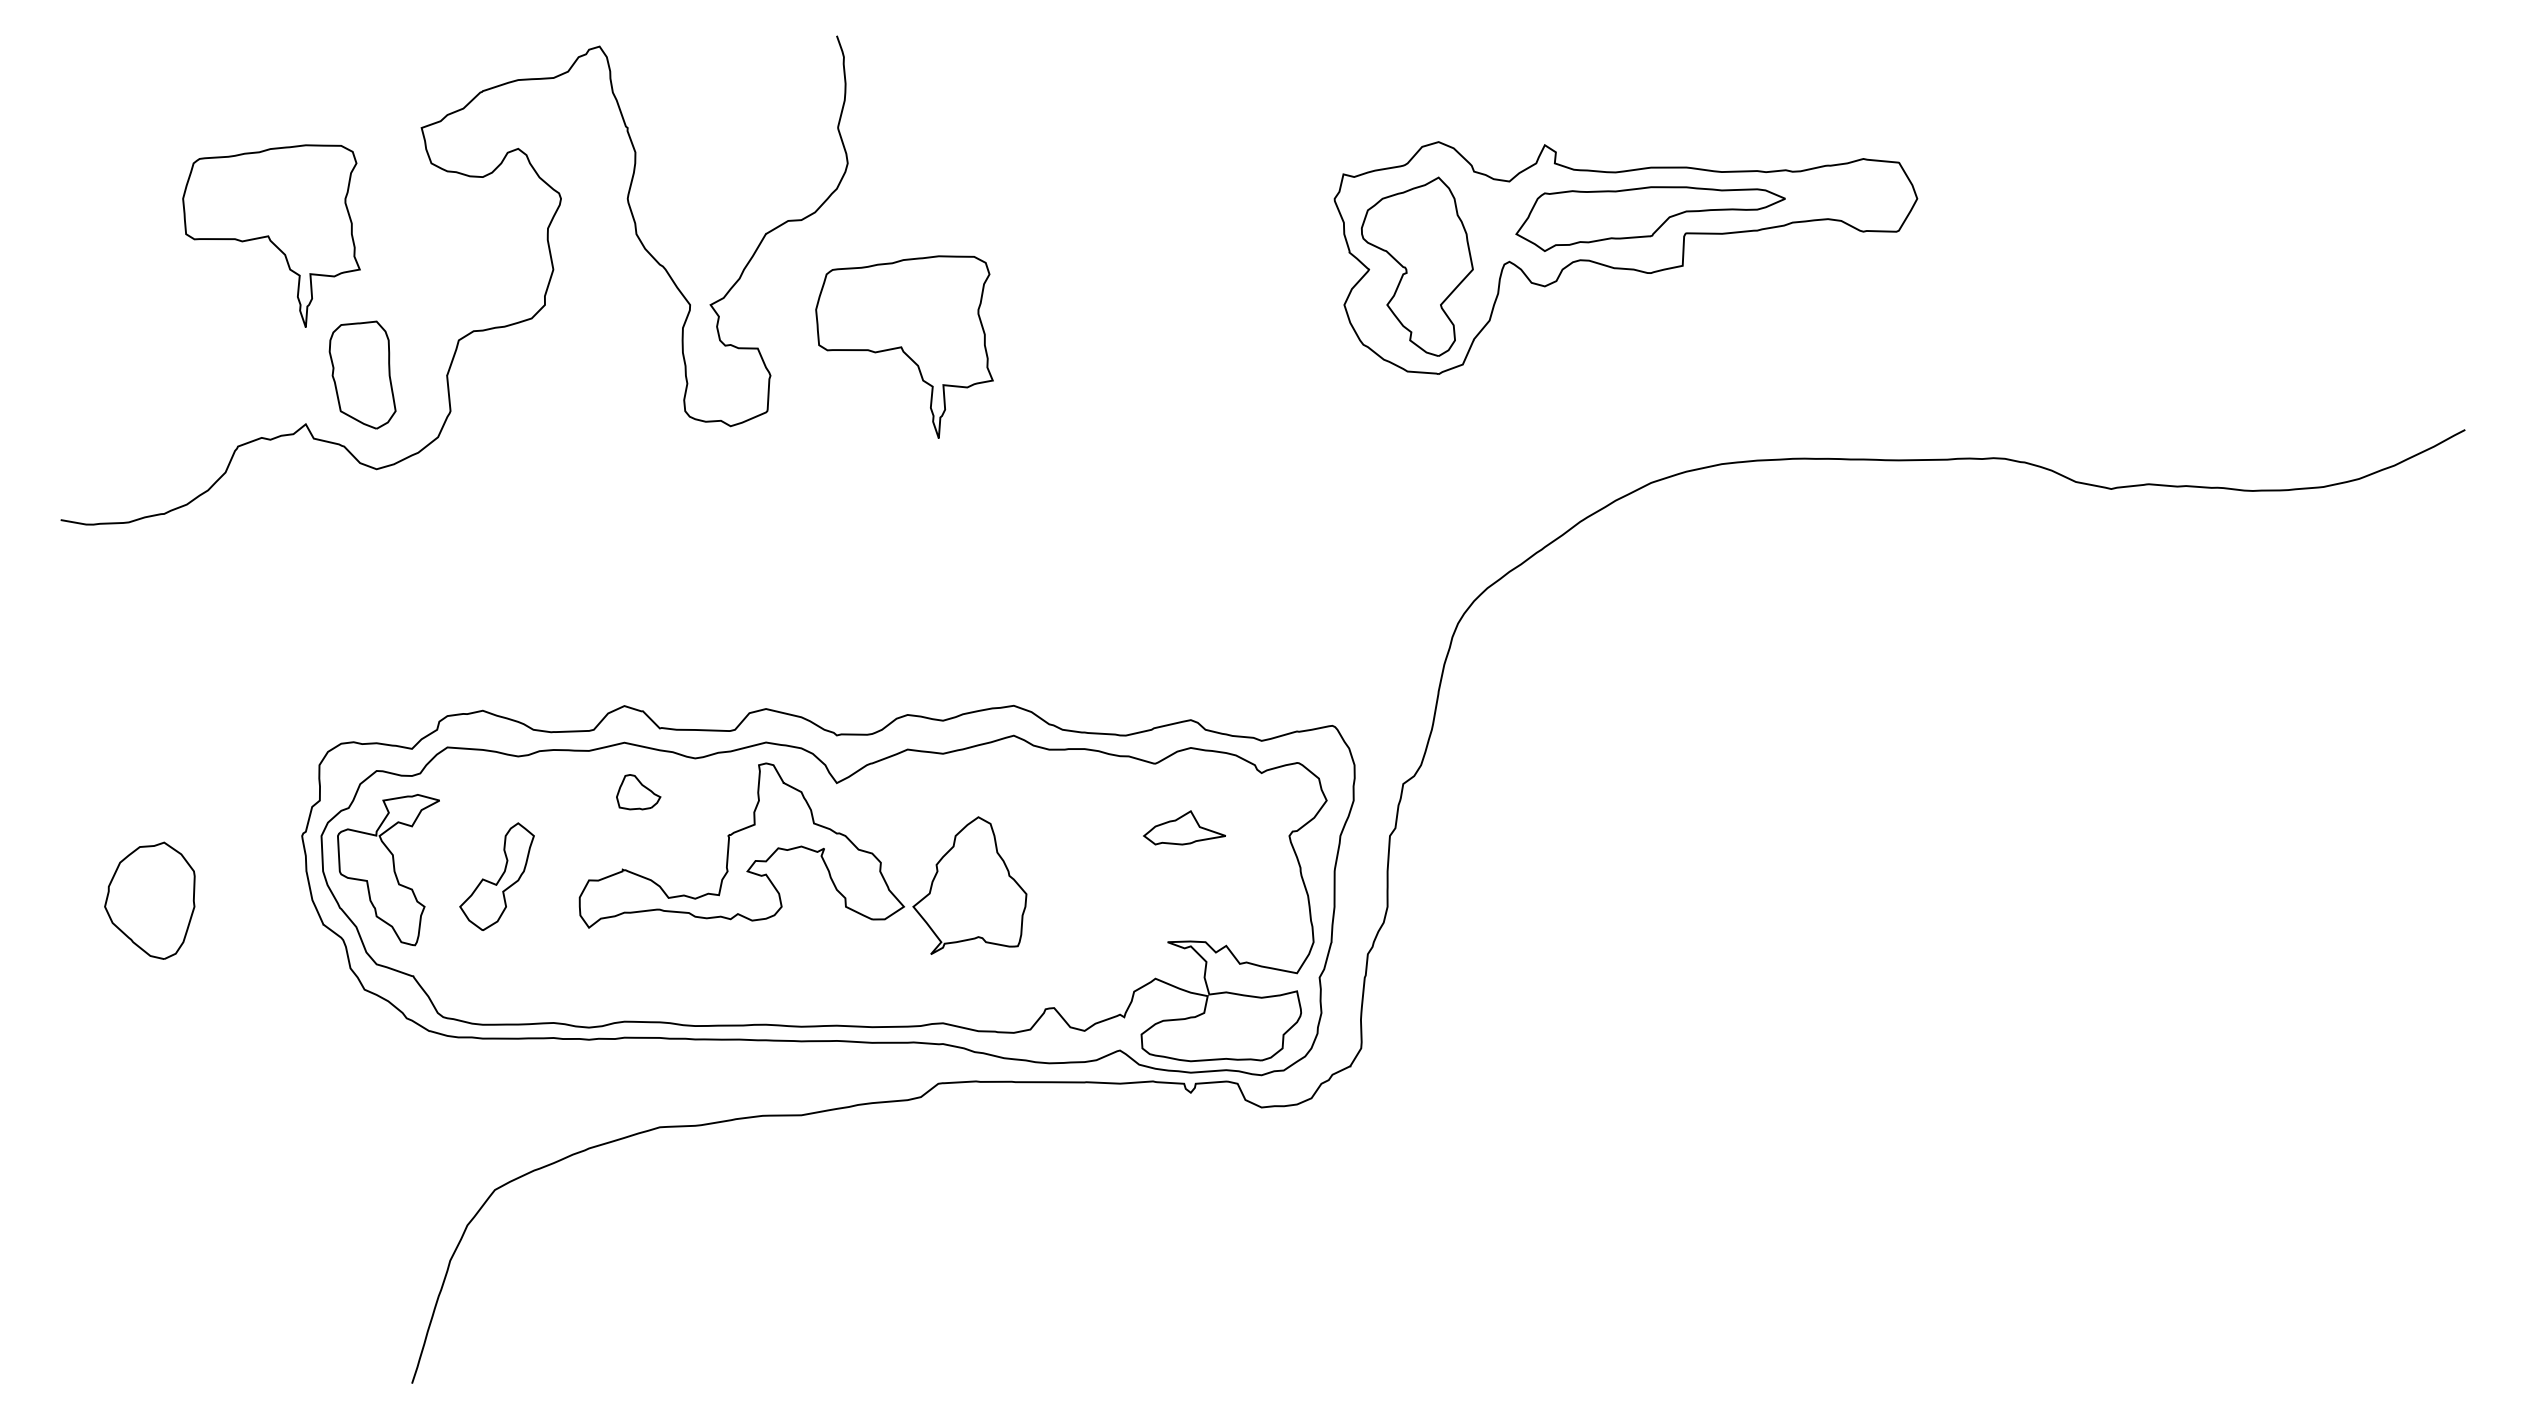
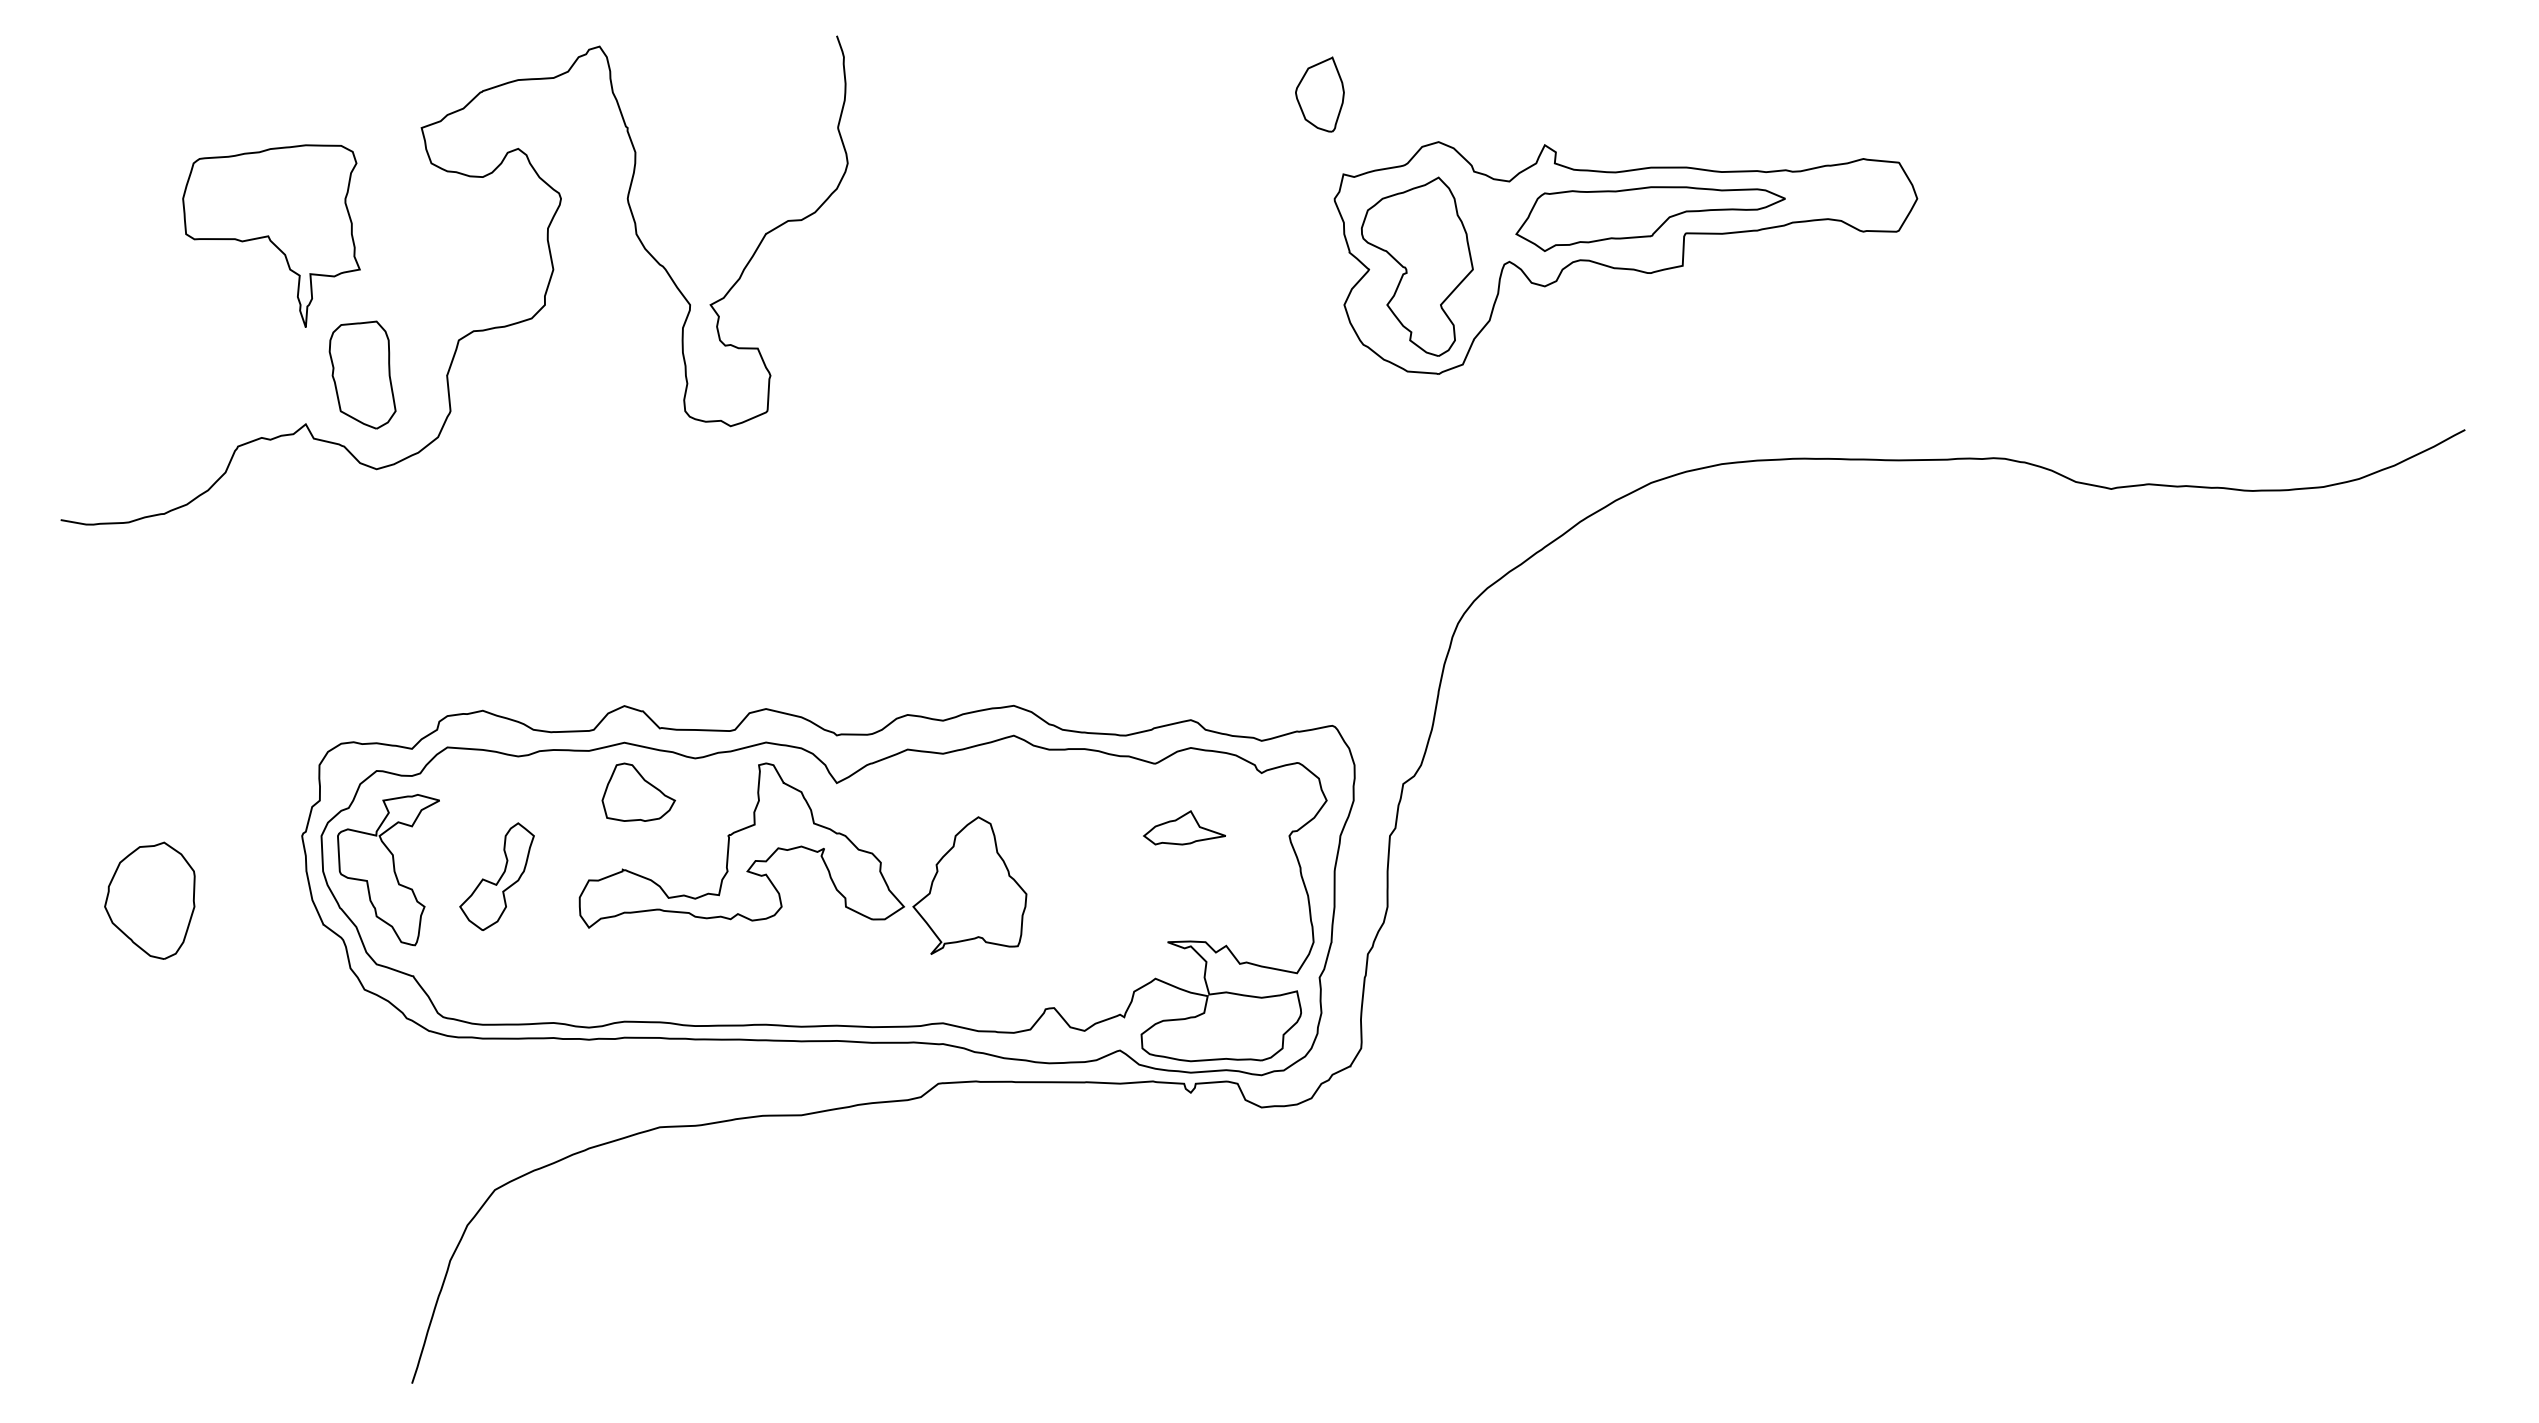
part at (1319, 94): none -> present
part at (904, 346): present -> none
part at (638, 792) size: 46x37 px -> 75x60 px
